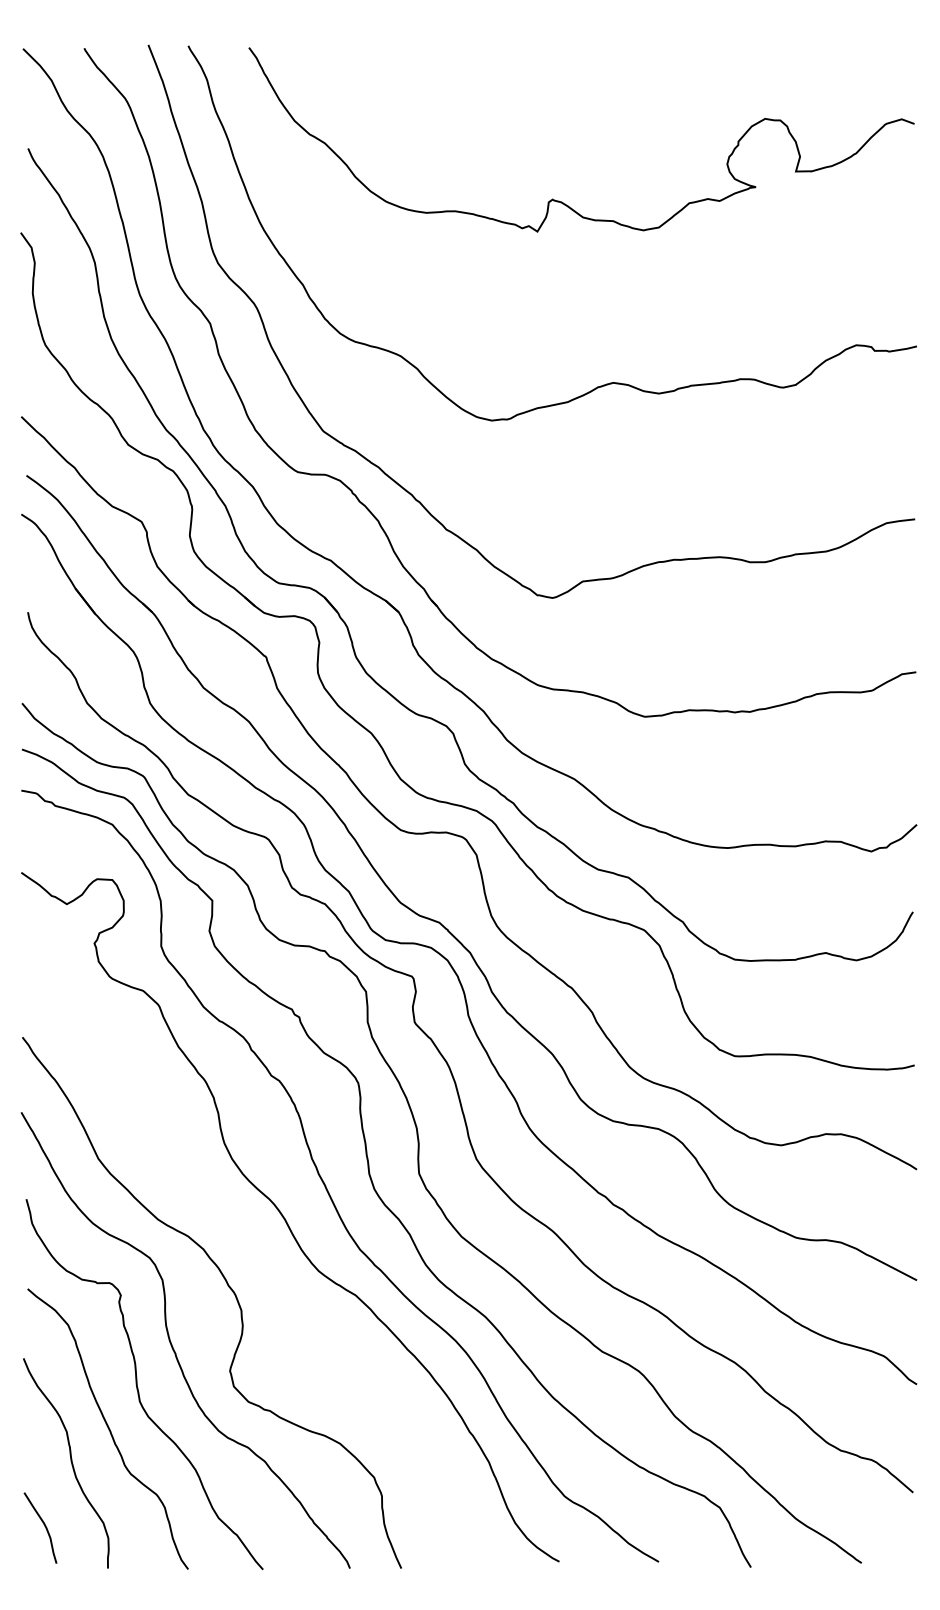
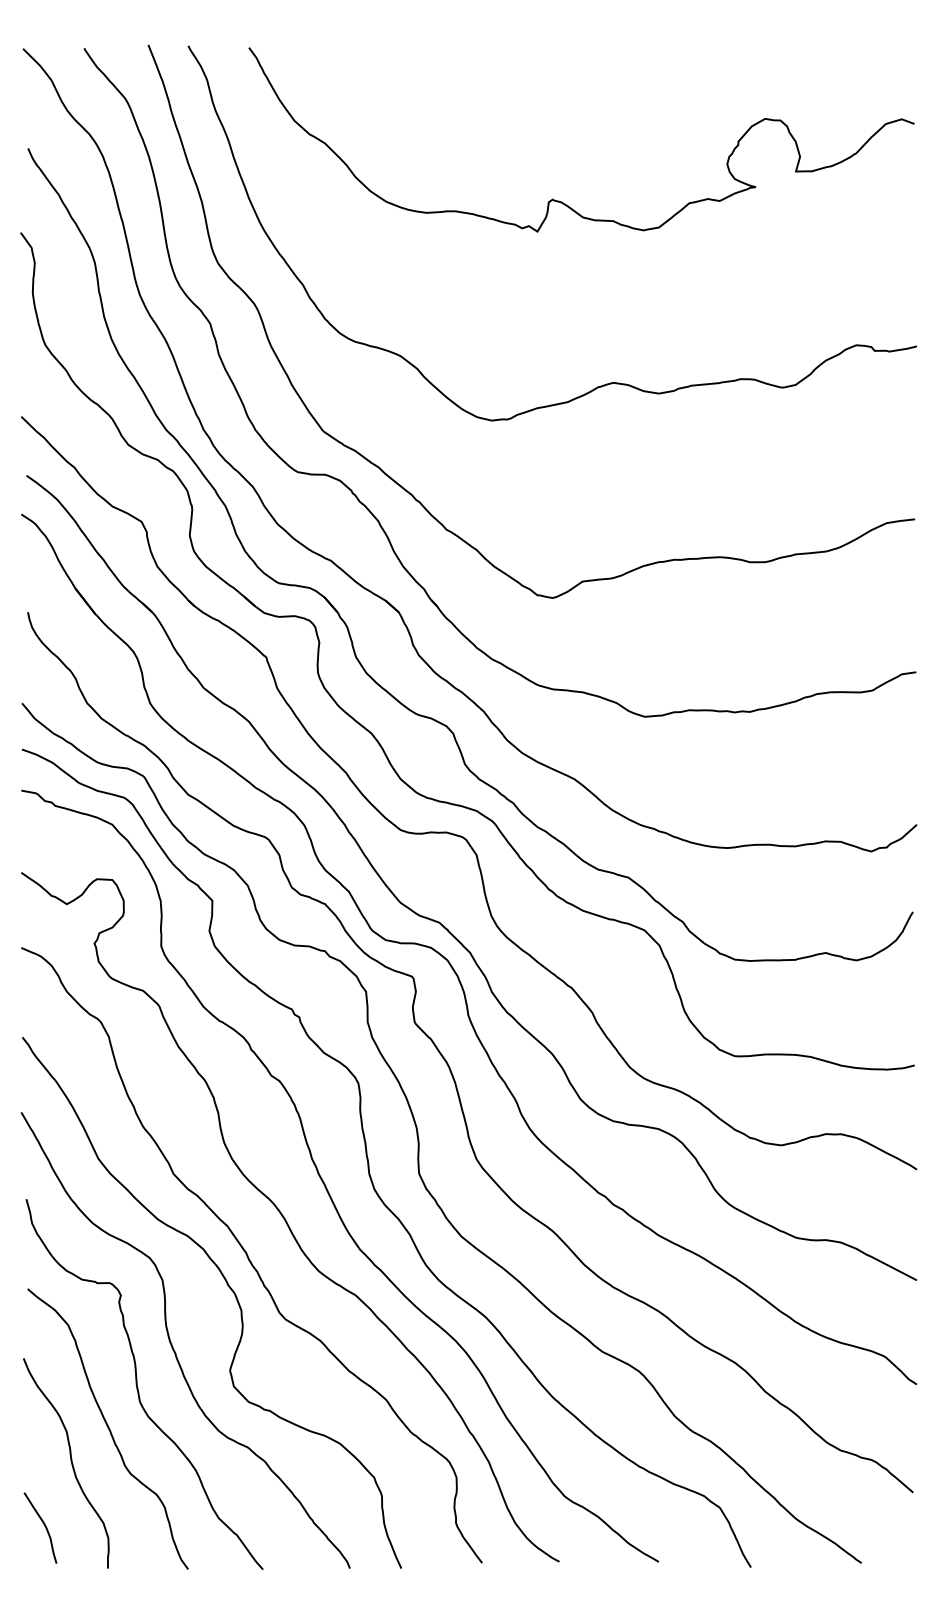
curve at (249, 1257): none -> present
